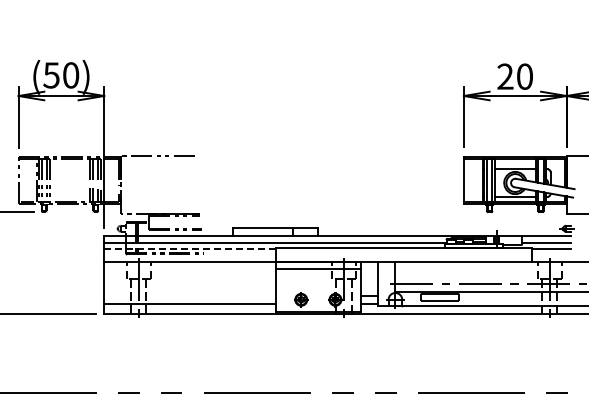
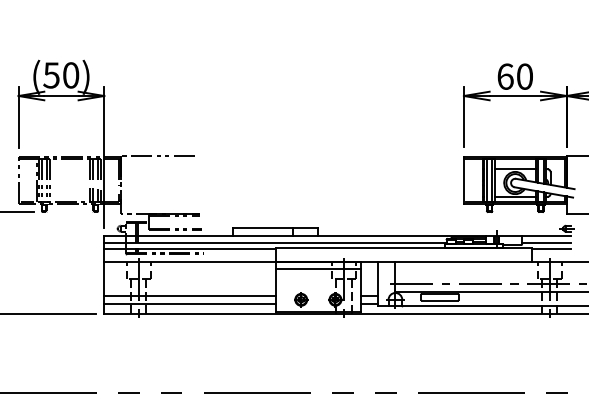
text at (505, 76): 20 -> 60
line at (189, 248): dashed -> solid
line at (189, 295): none -> present
